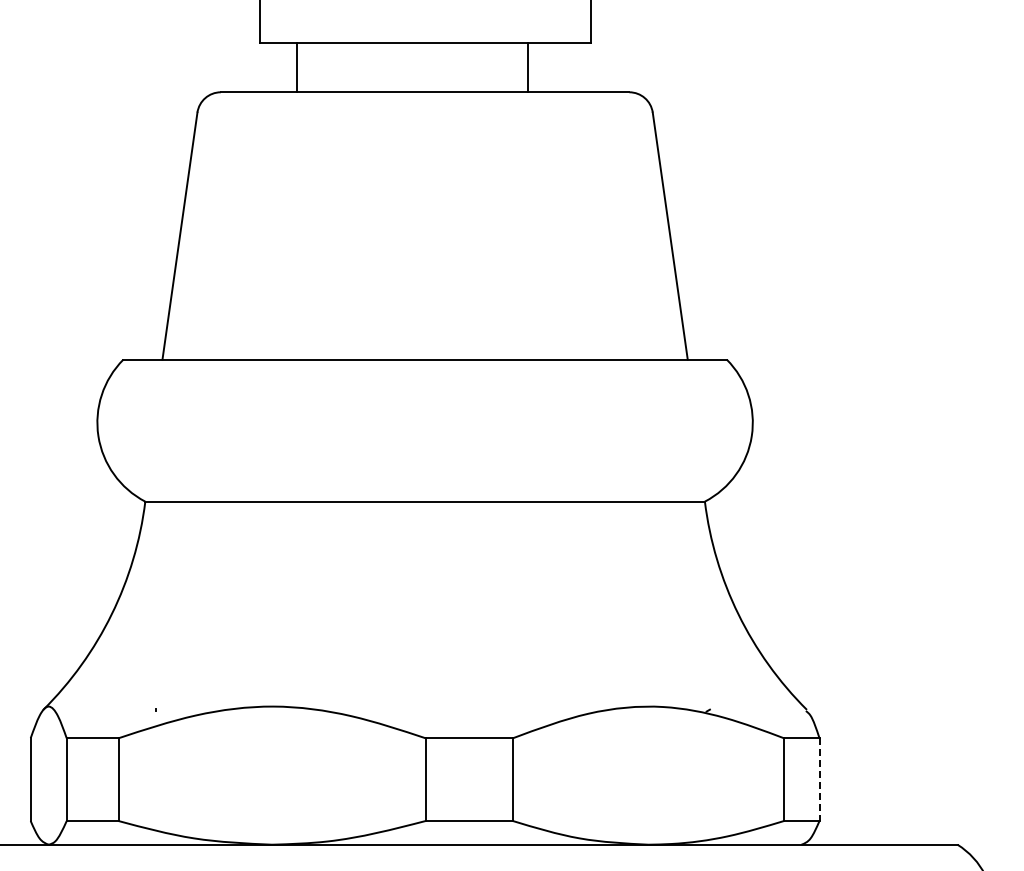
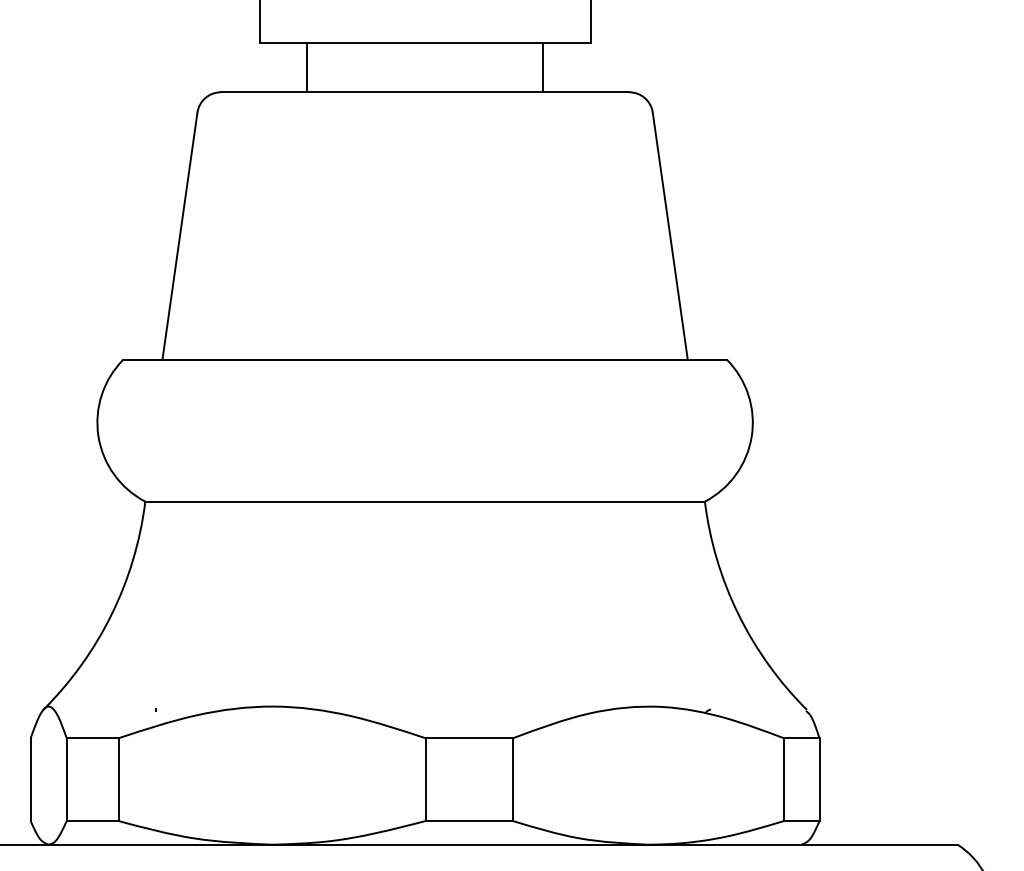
line at (296, 67) position: (296, 67) -> (306, 67)
line at (528, 67) position: (528, 67) -> (543, 67)
line at (819, 780): dashed -> solid
